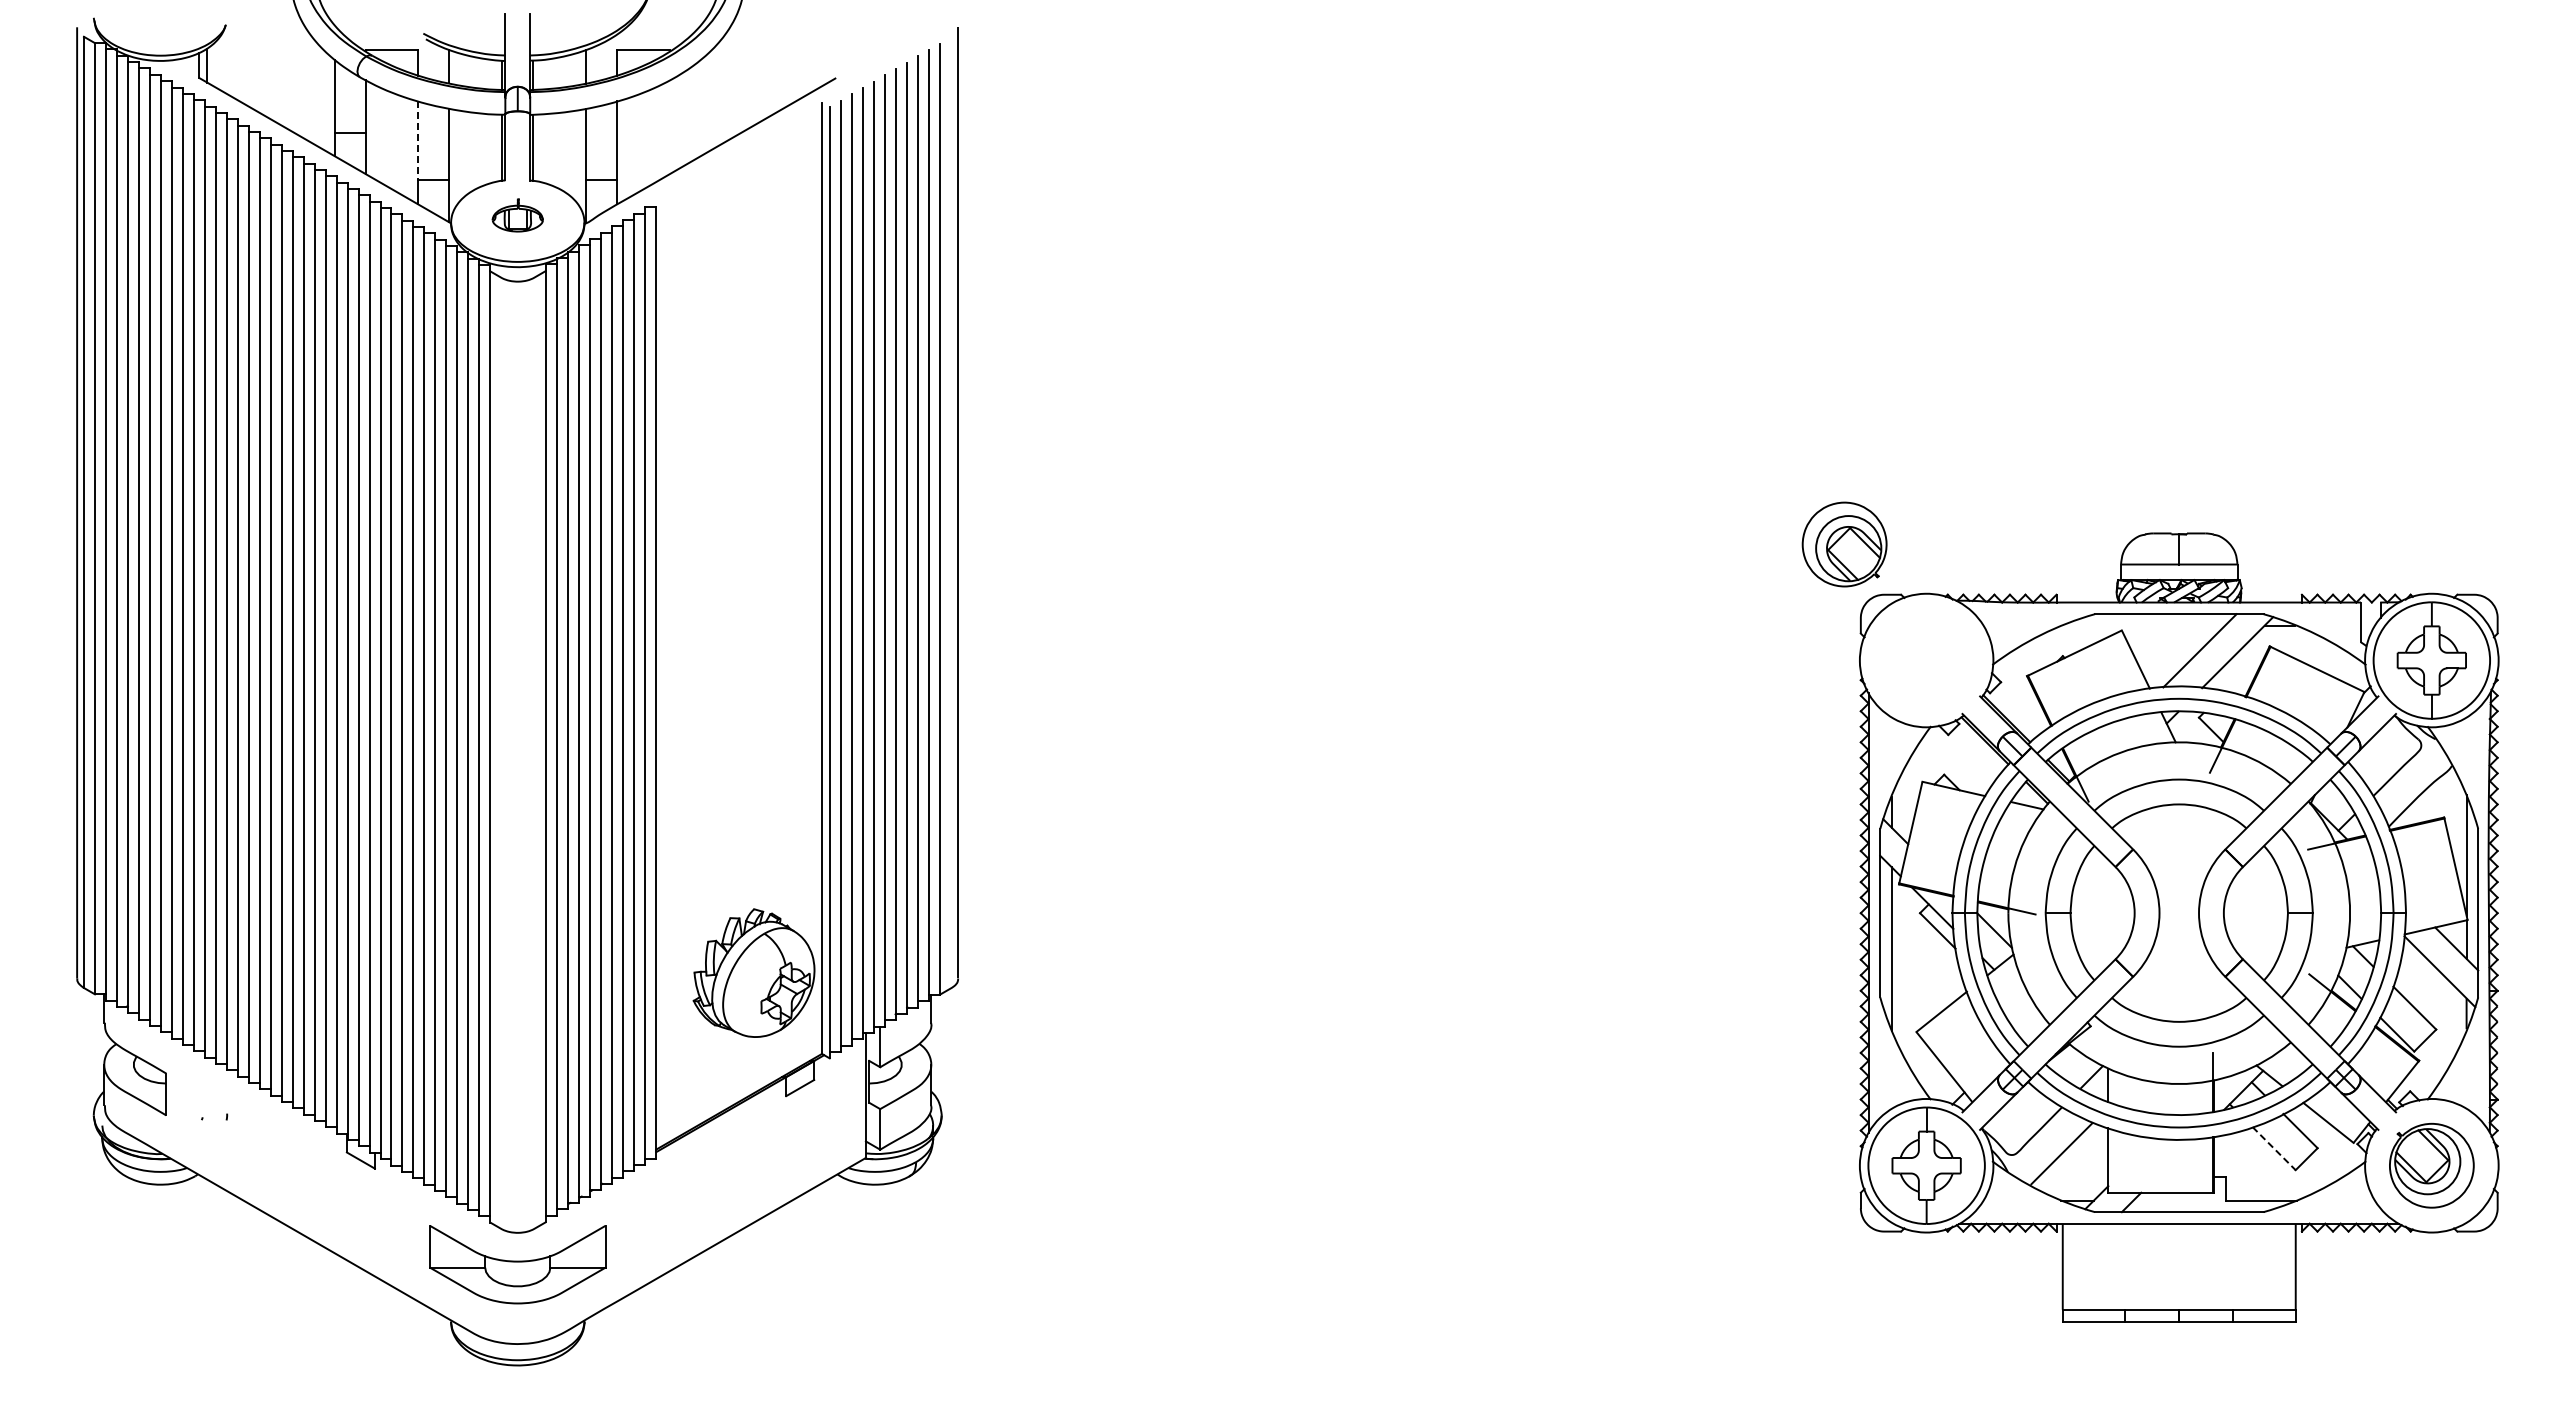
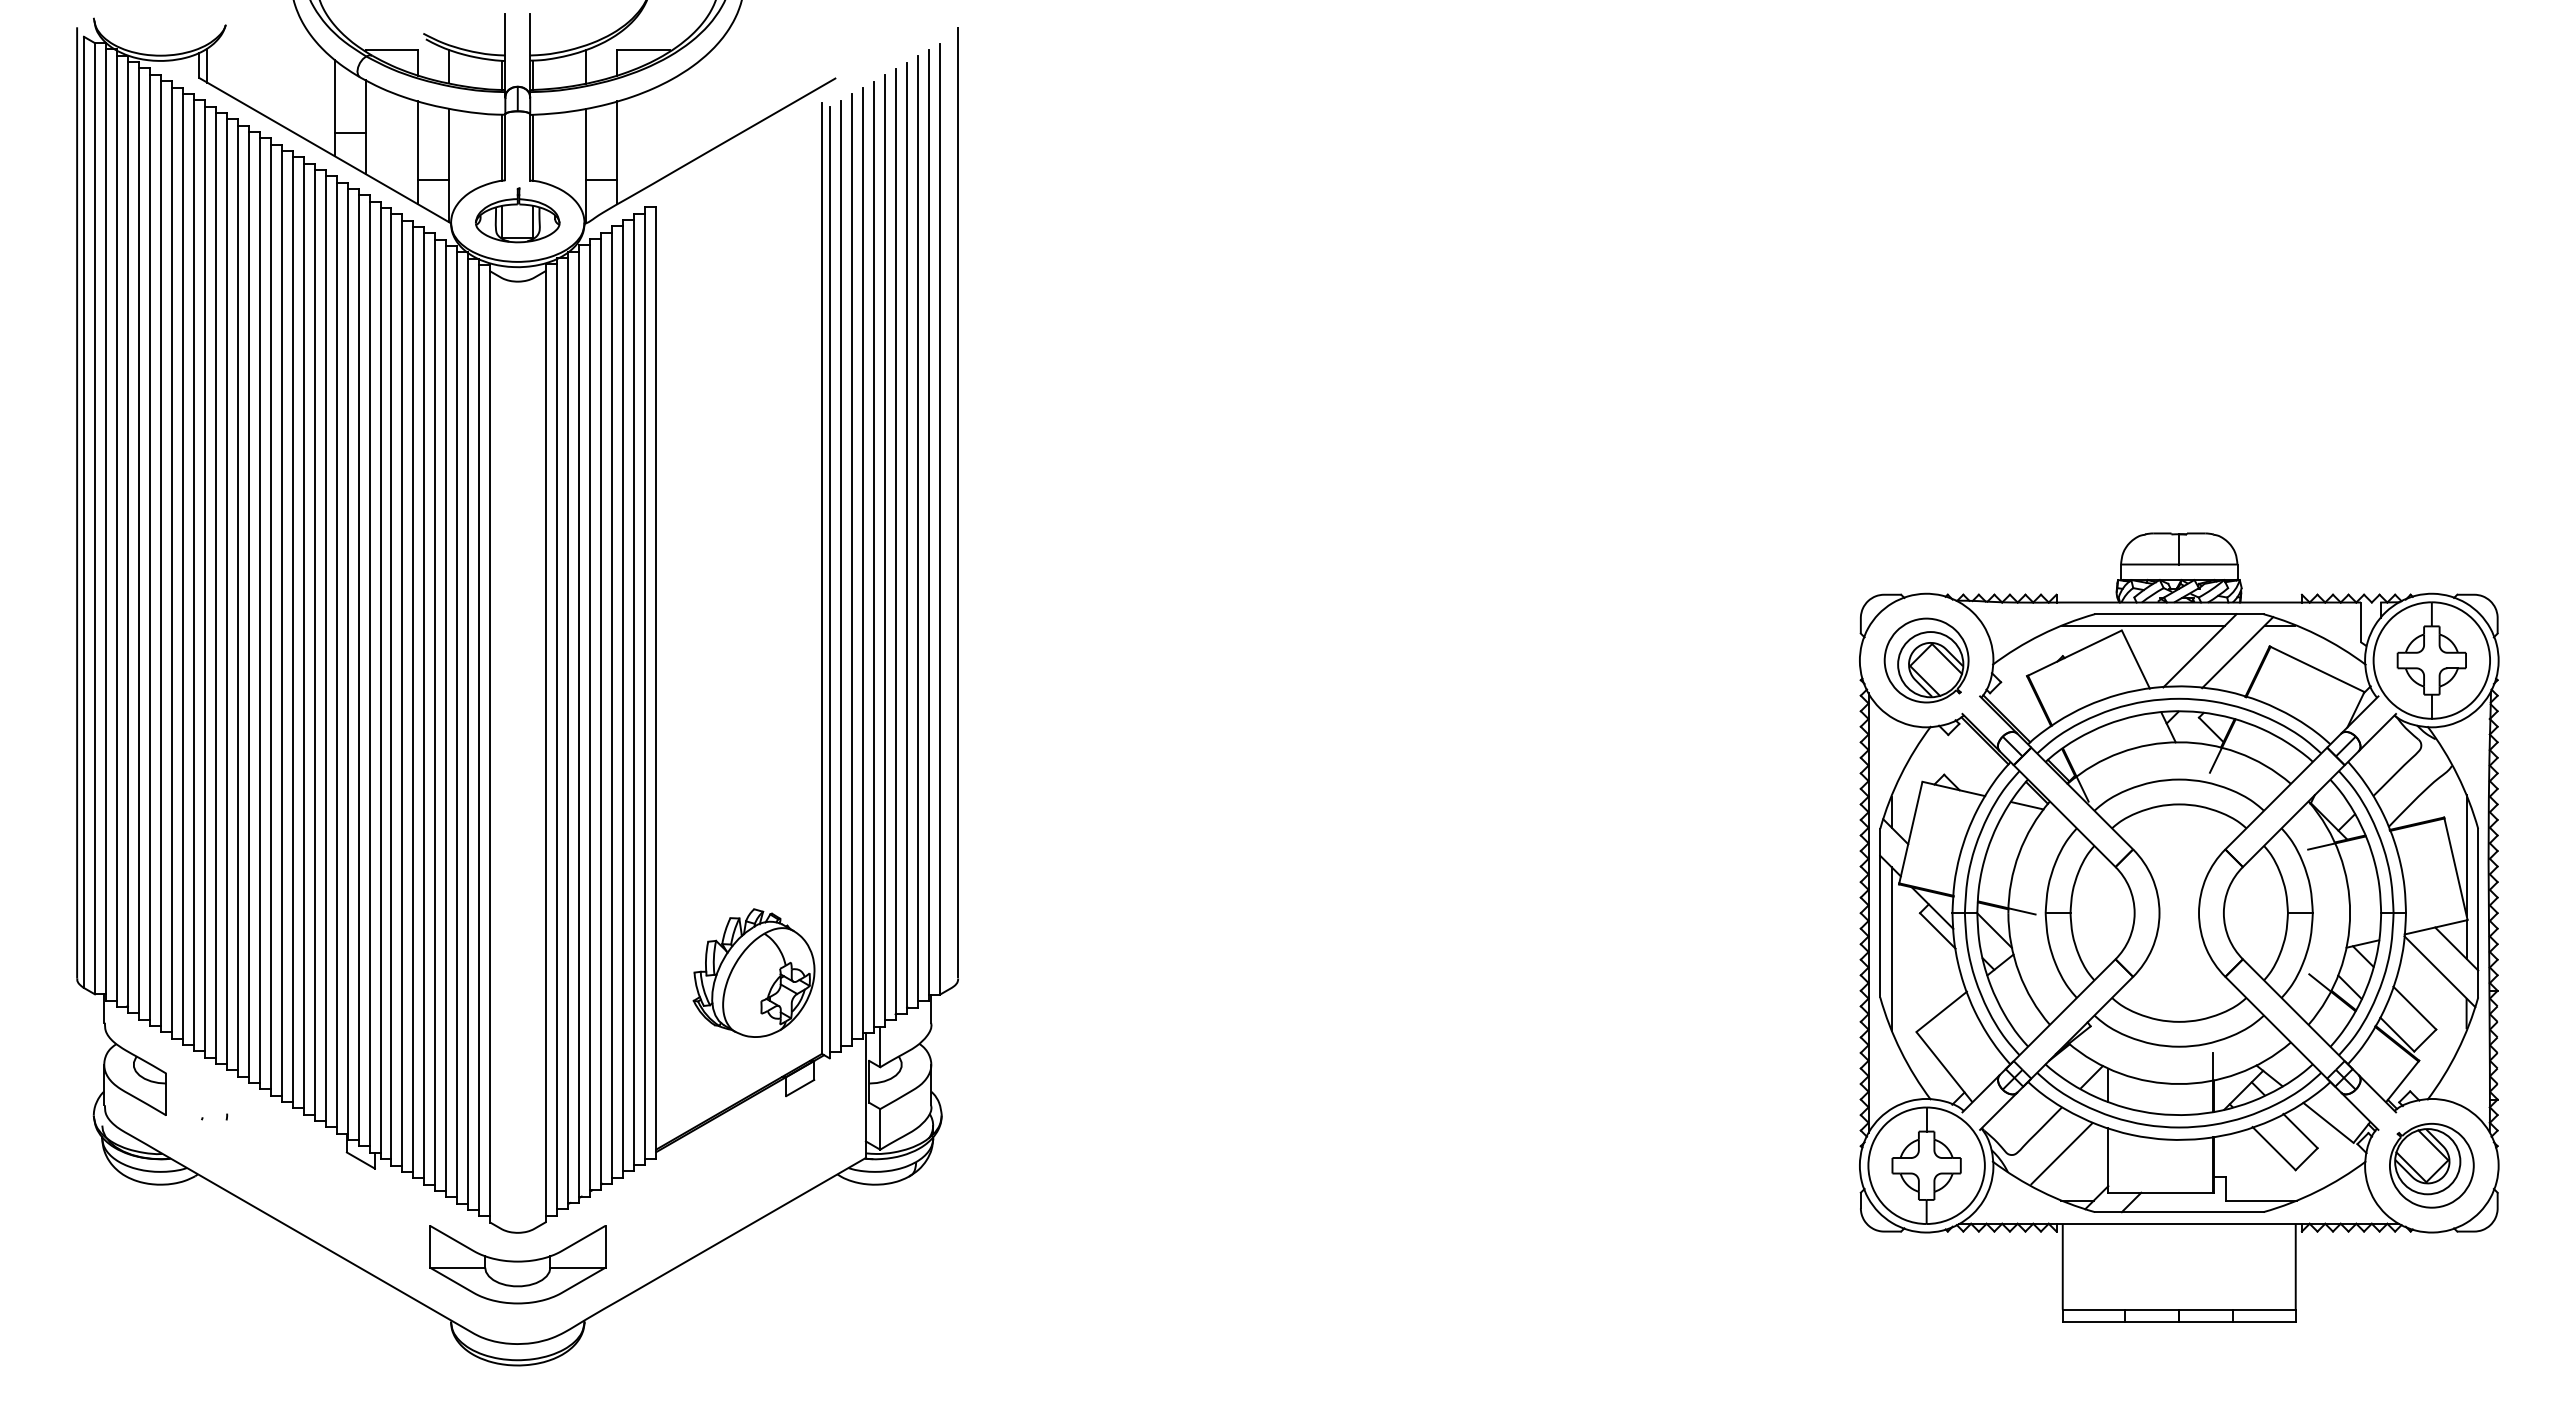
line at (418, 141): dashed -> solid
part at (517, 215) size: 53x35 px -> 86x57 px
part at (1844, 544) position: (1844, 544) -> (1926, 660)
line at (2142, 625): none -> present
line at (2274, 1148): dashed -> solid
